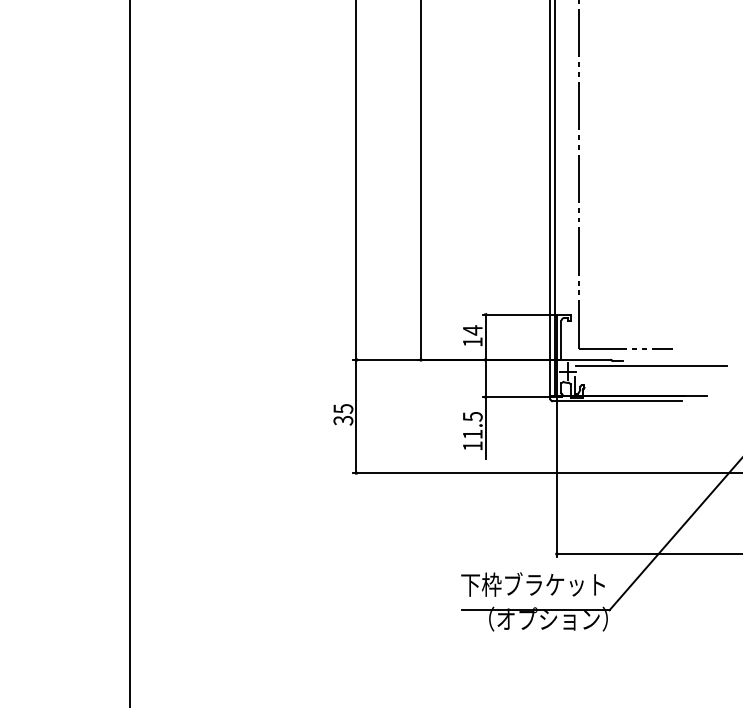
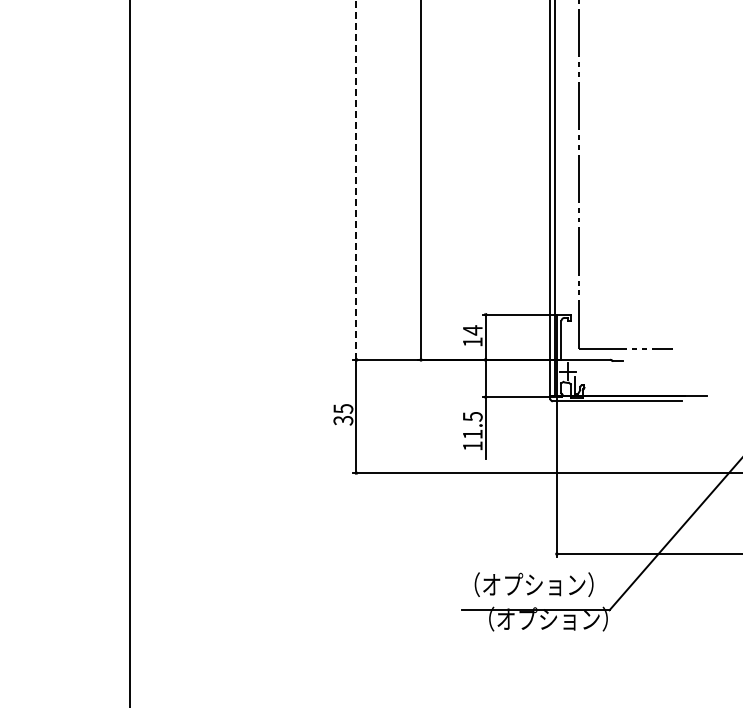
line at (356, 179): solid -> dashed
line at (651, 365): present -> none
text at (532, 584): 下枠ブラケット -> （オプション）
